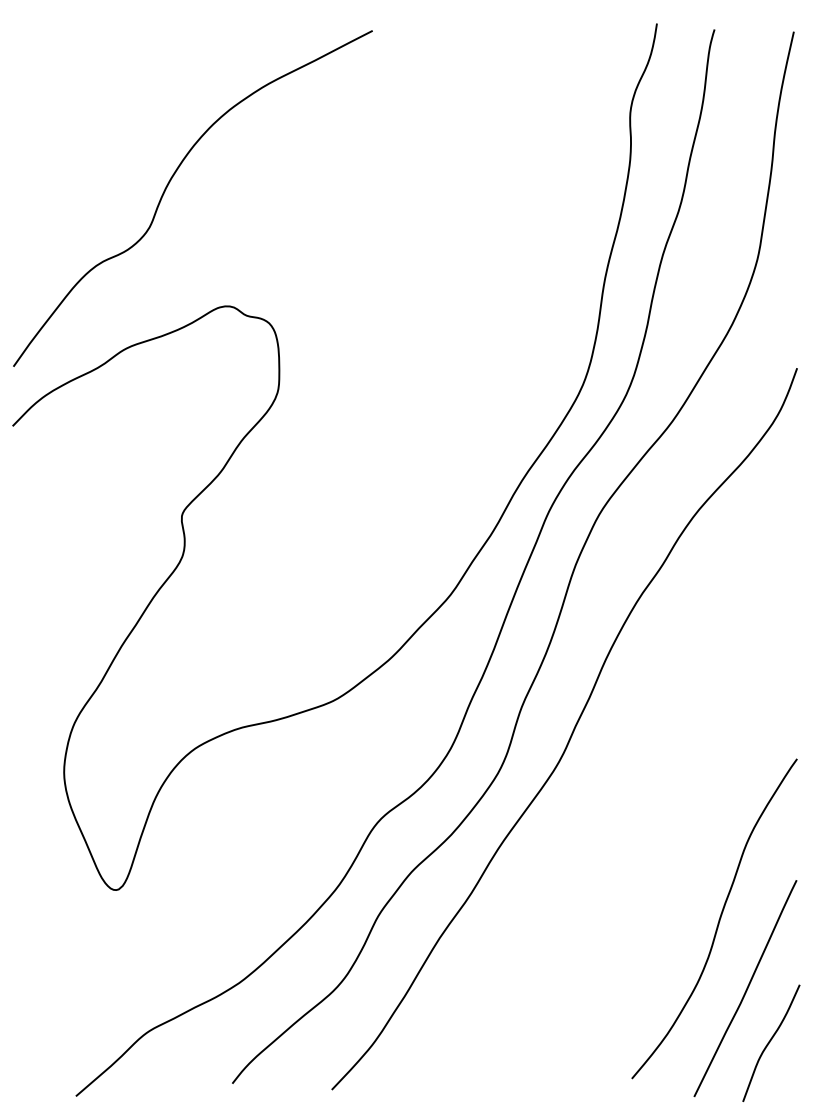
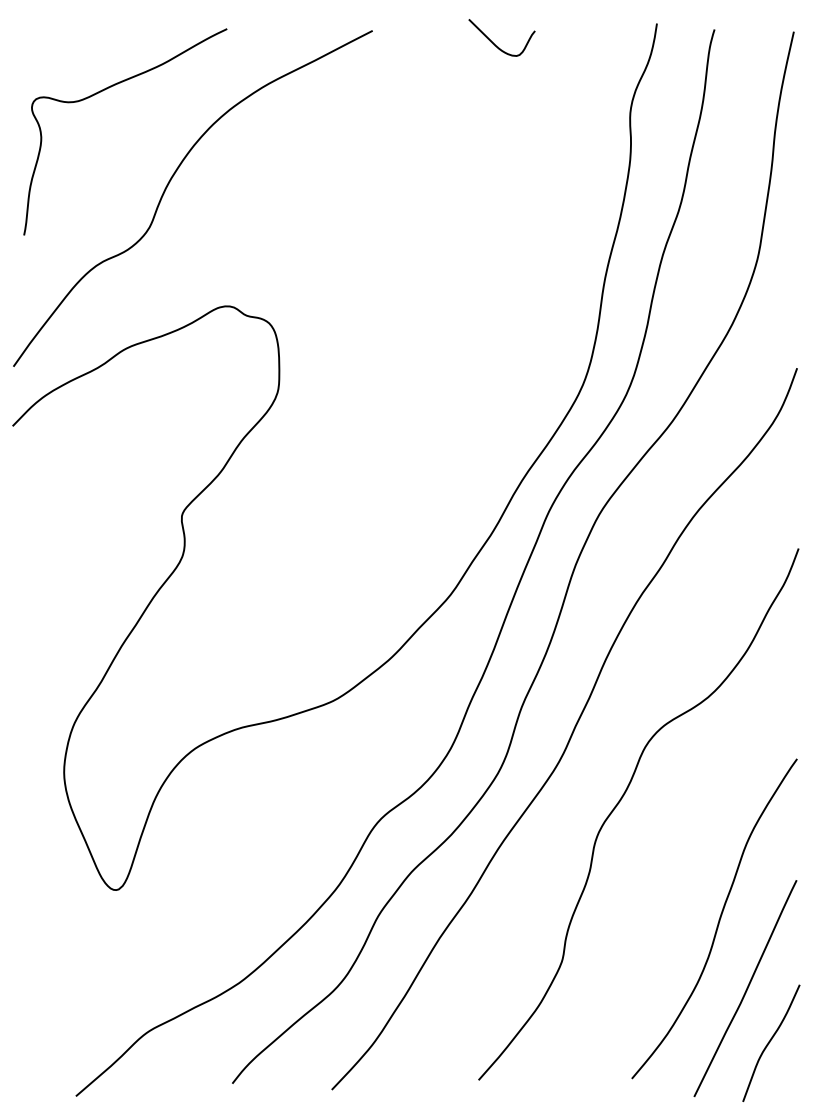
curve at (494, 43): none -> present
curve at (105, 90): none -> present
curve at (619, 803): none -> present
